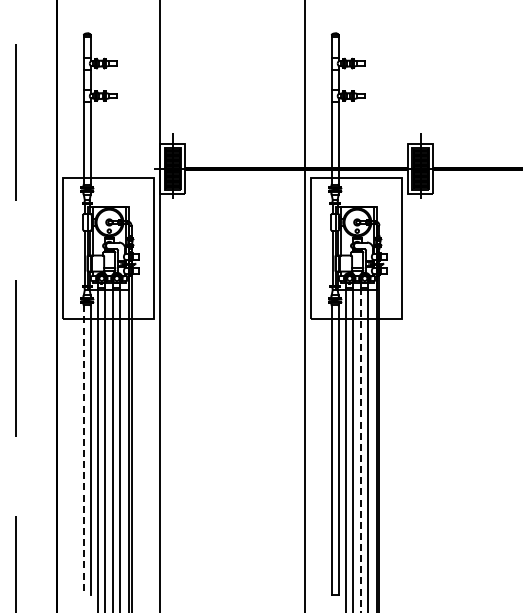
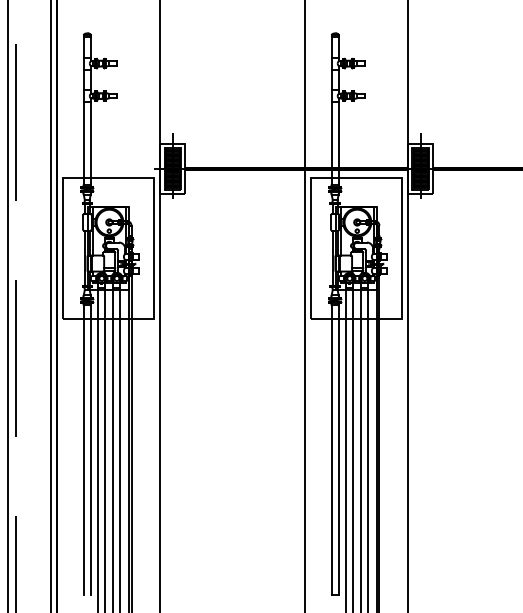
line at (7, 305): none -> present
line at (50, 305): none -> present
line at (408, 305): none -> present
line at (83, 449): dashed -> solid
line at (361, 450): dashed -> solid
